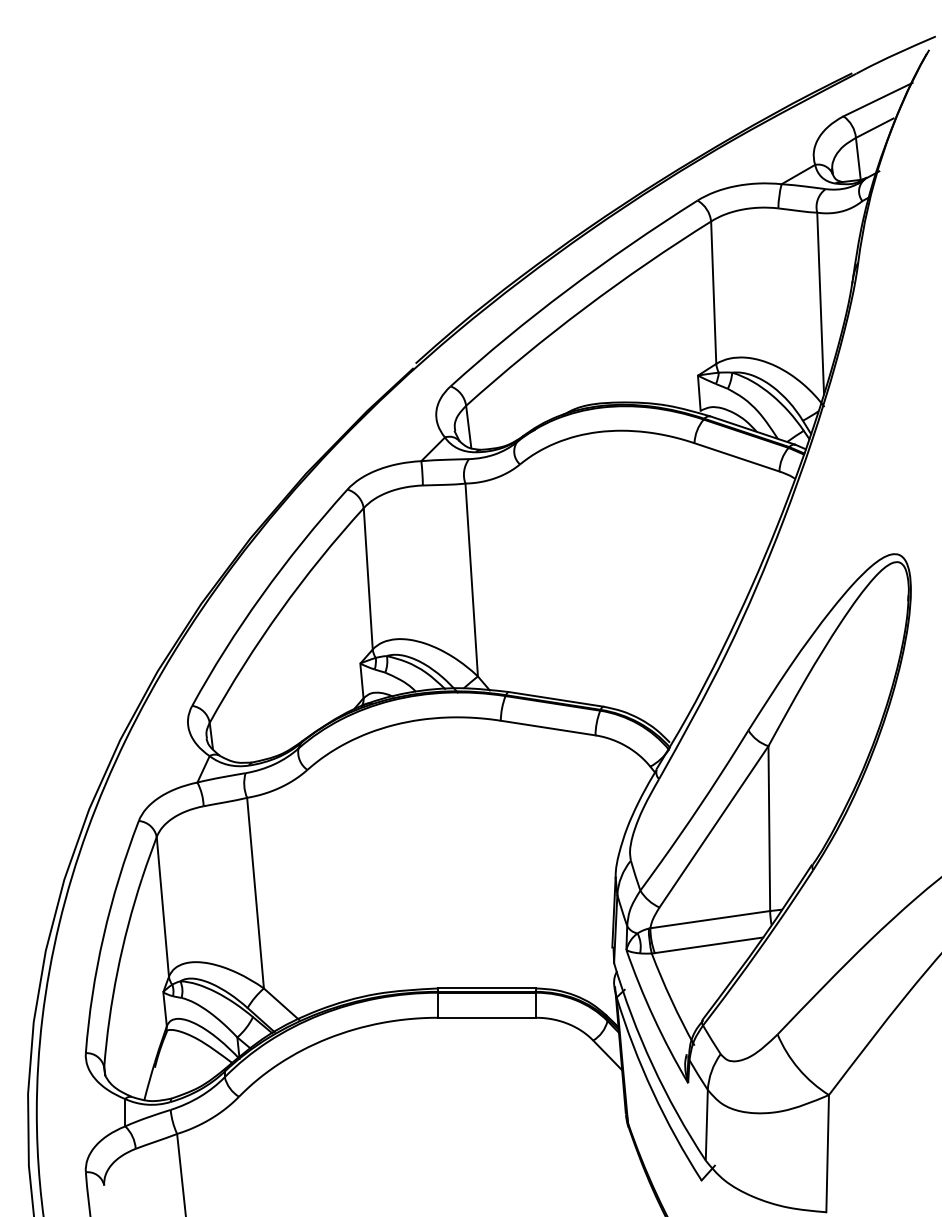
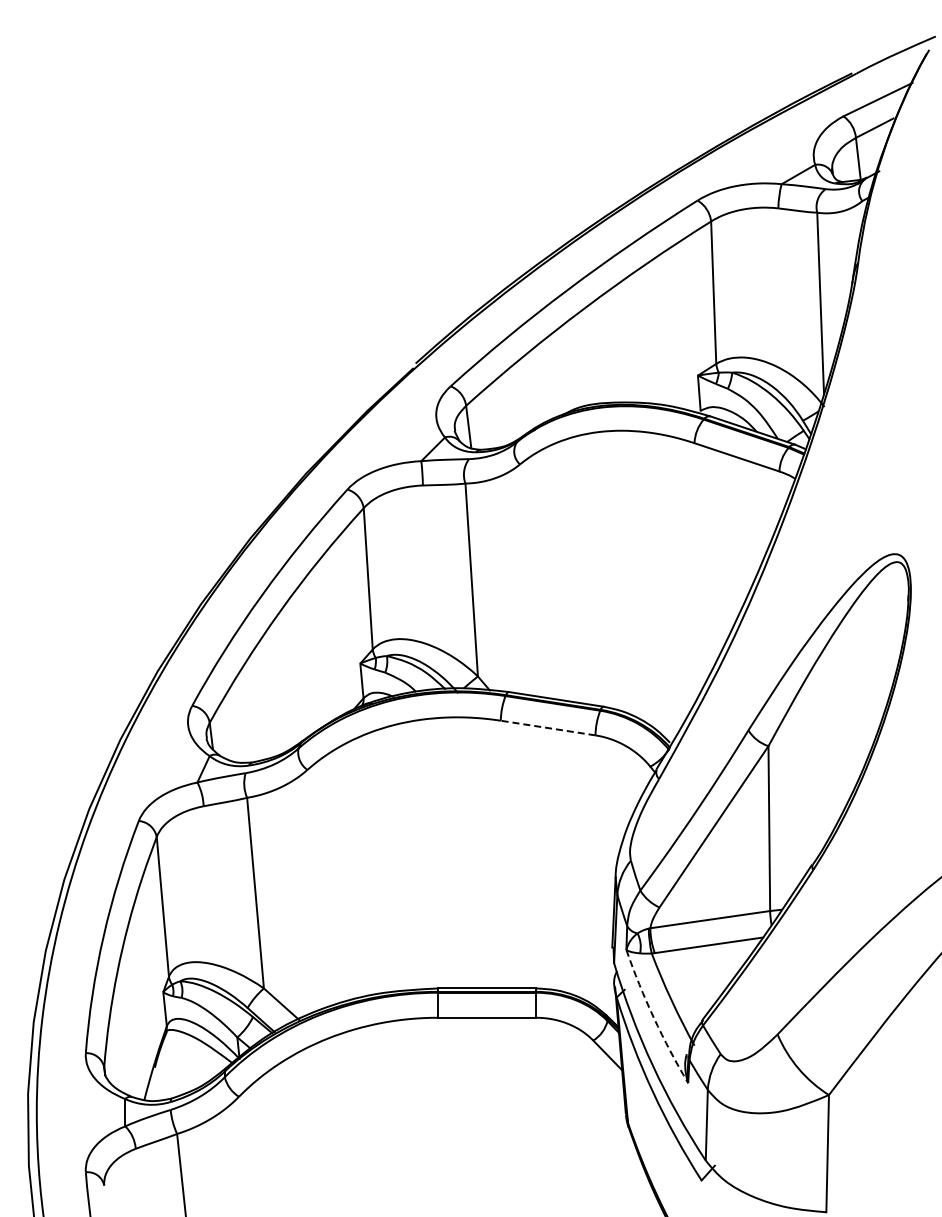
line at (548, 728): solid -> dashed
arc at (653, 1018): solid -> dashed
